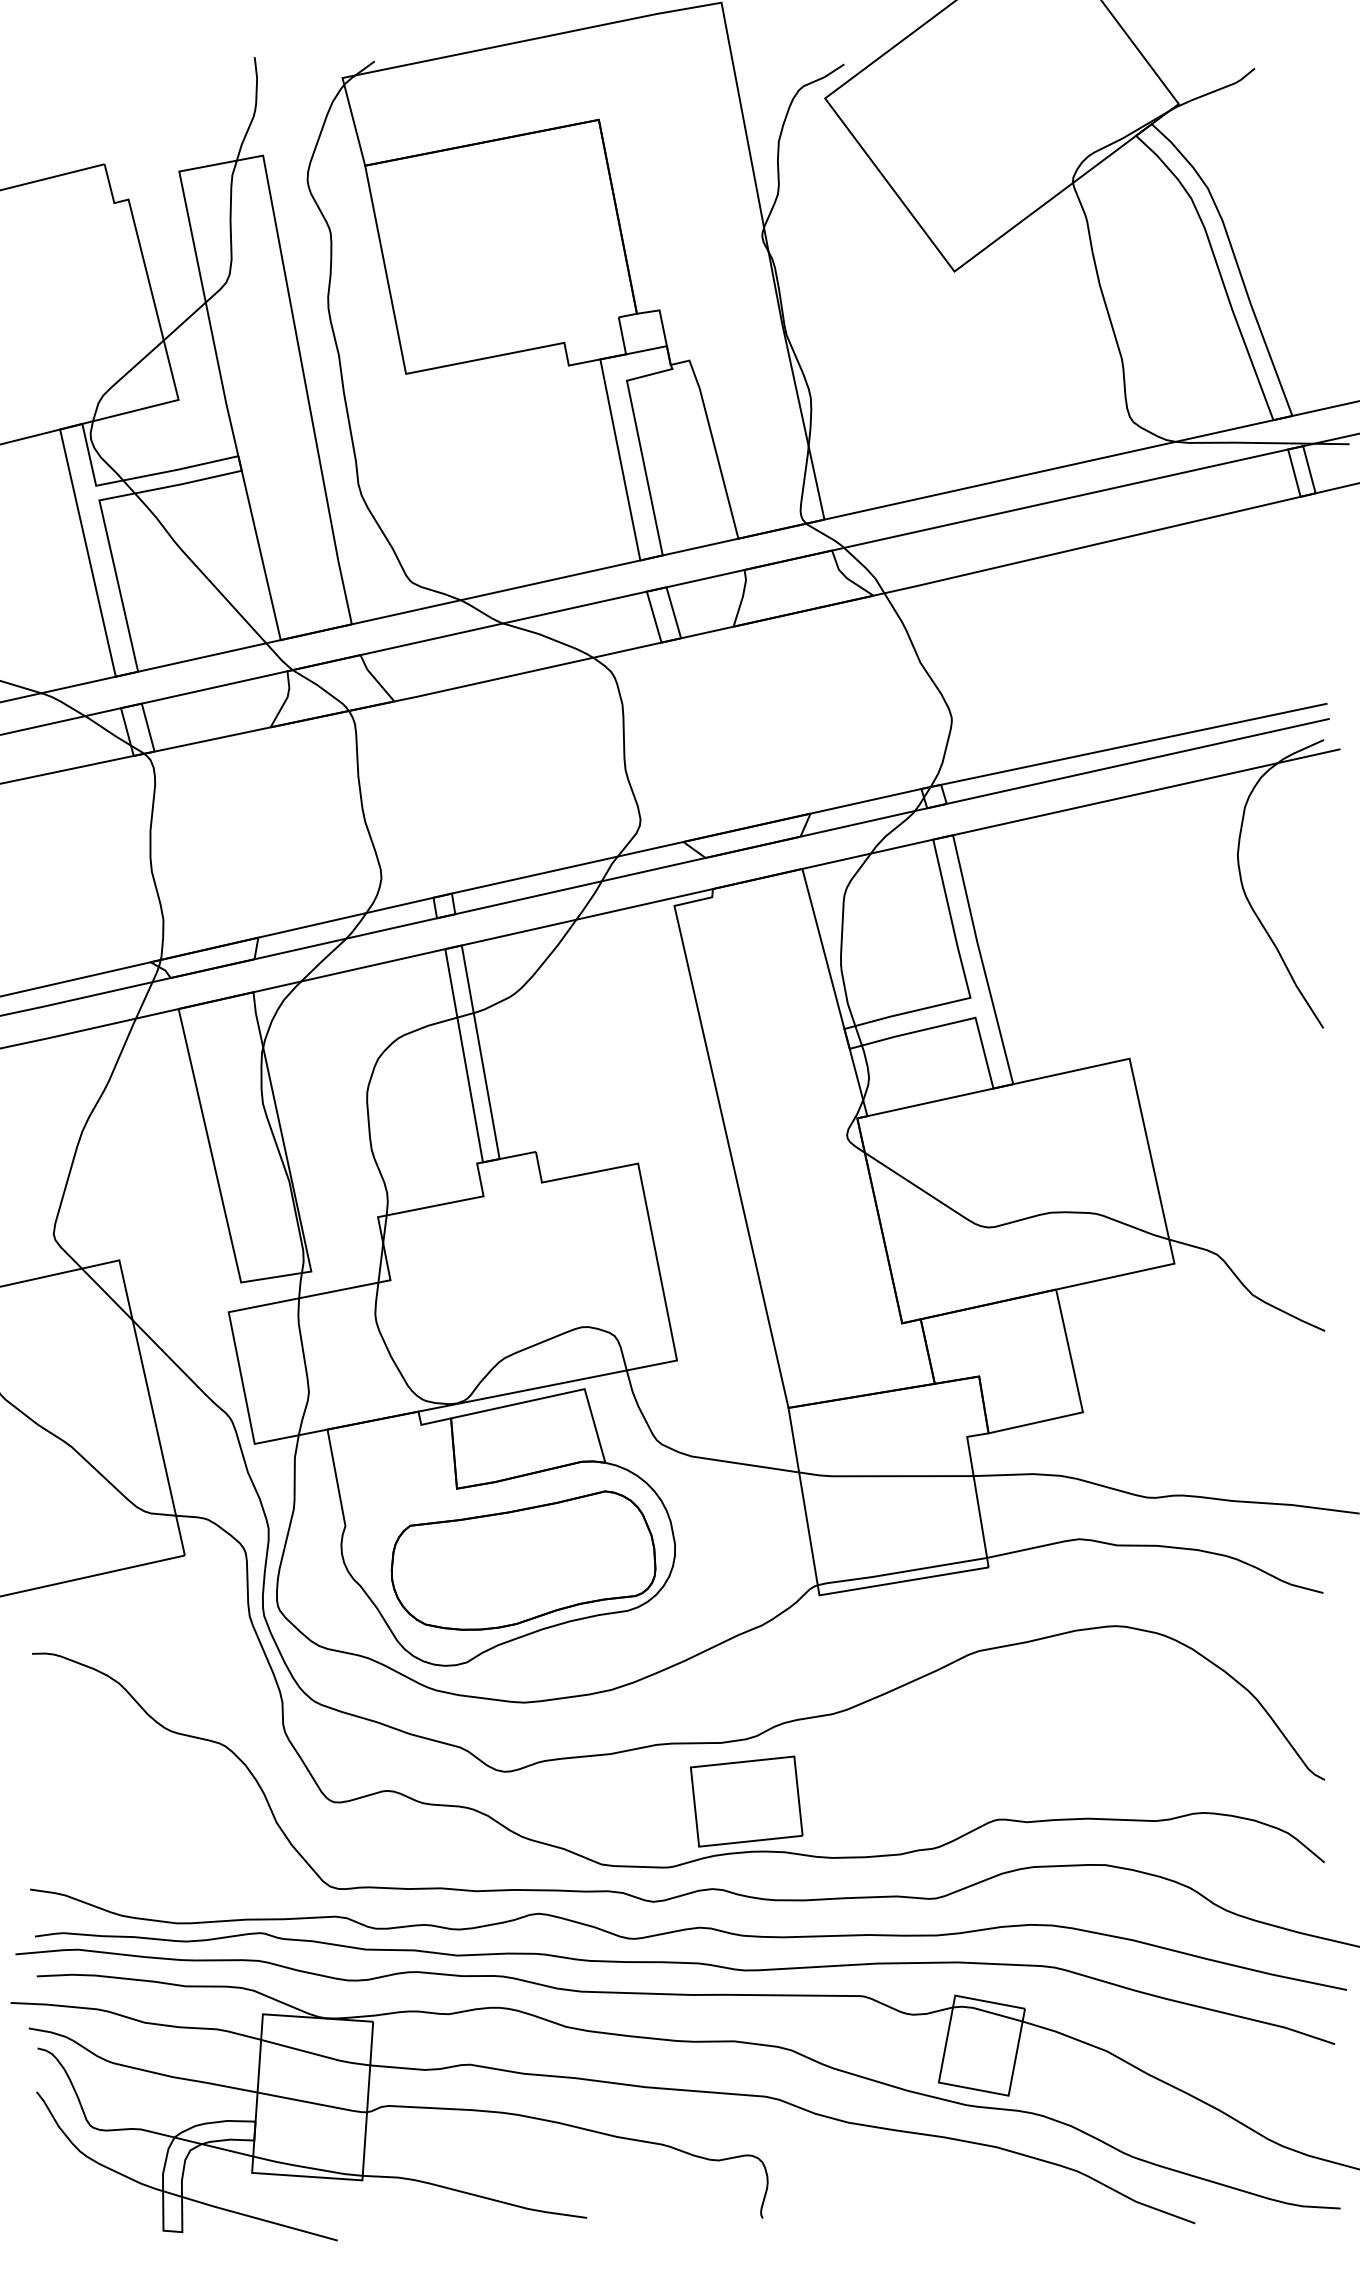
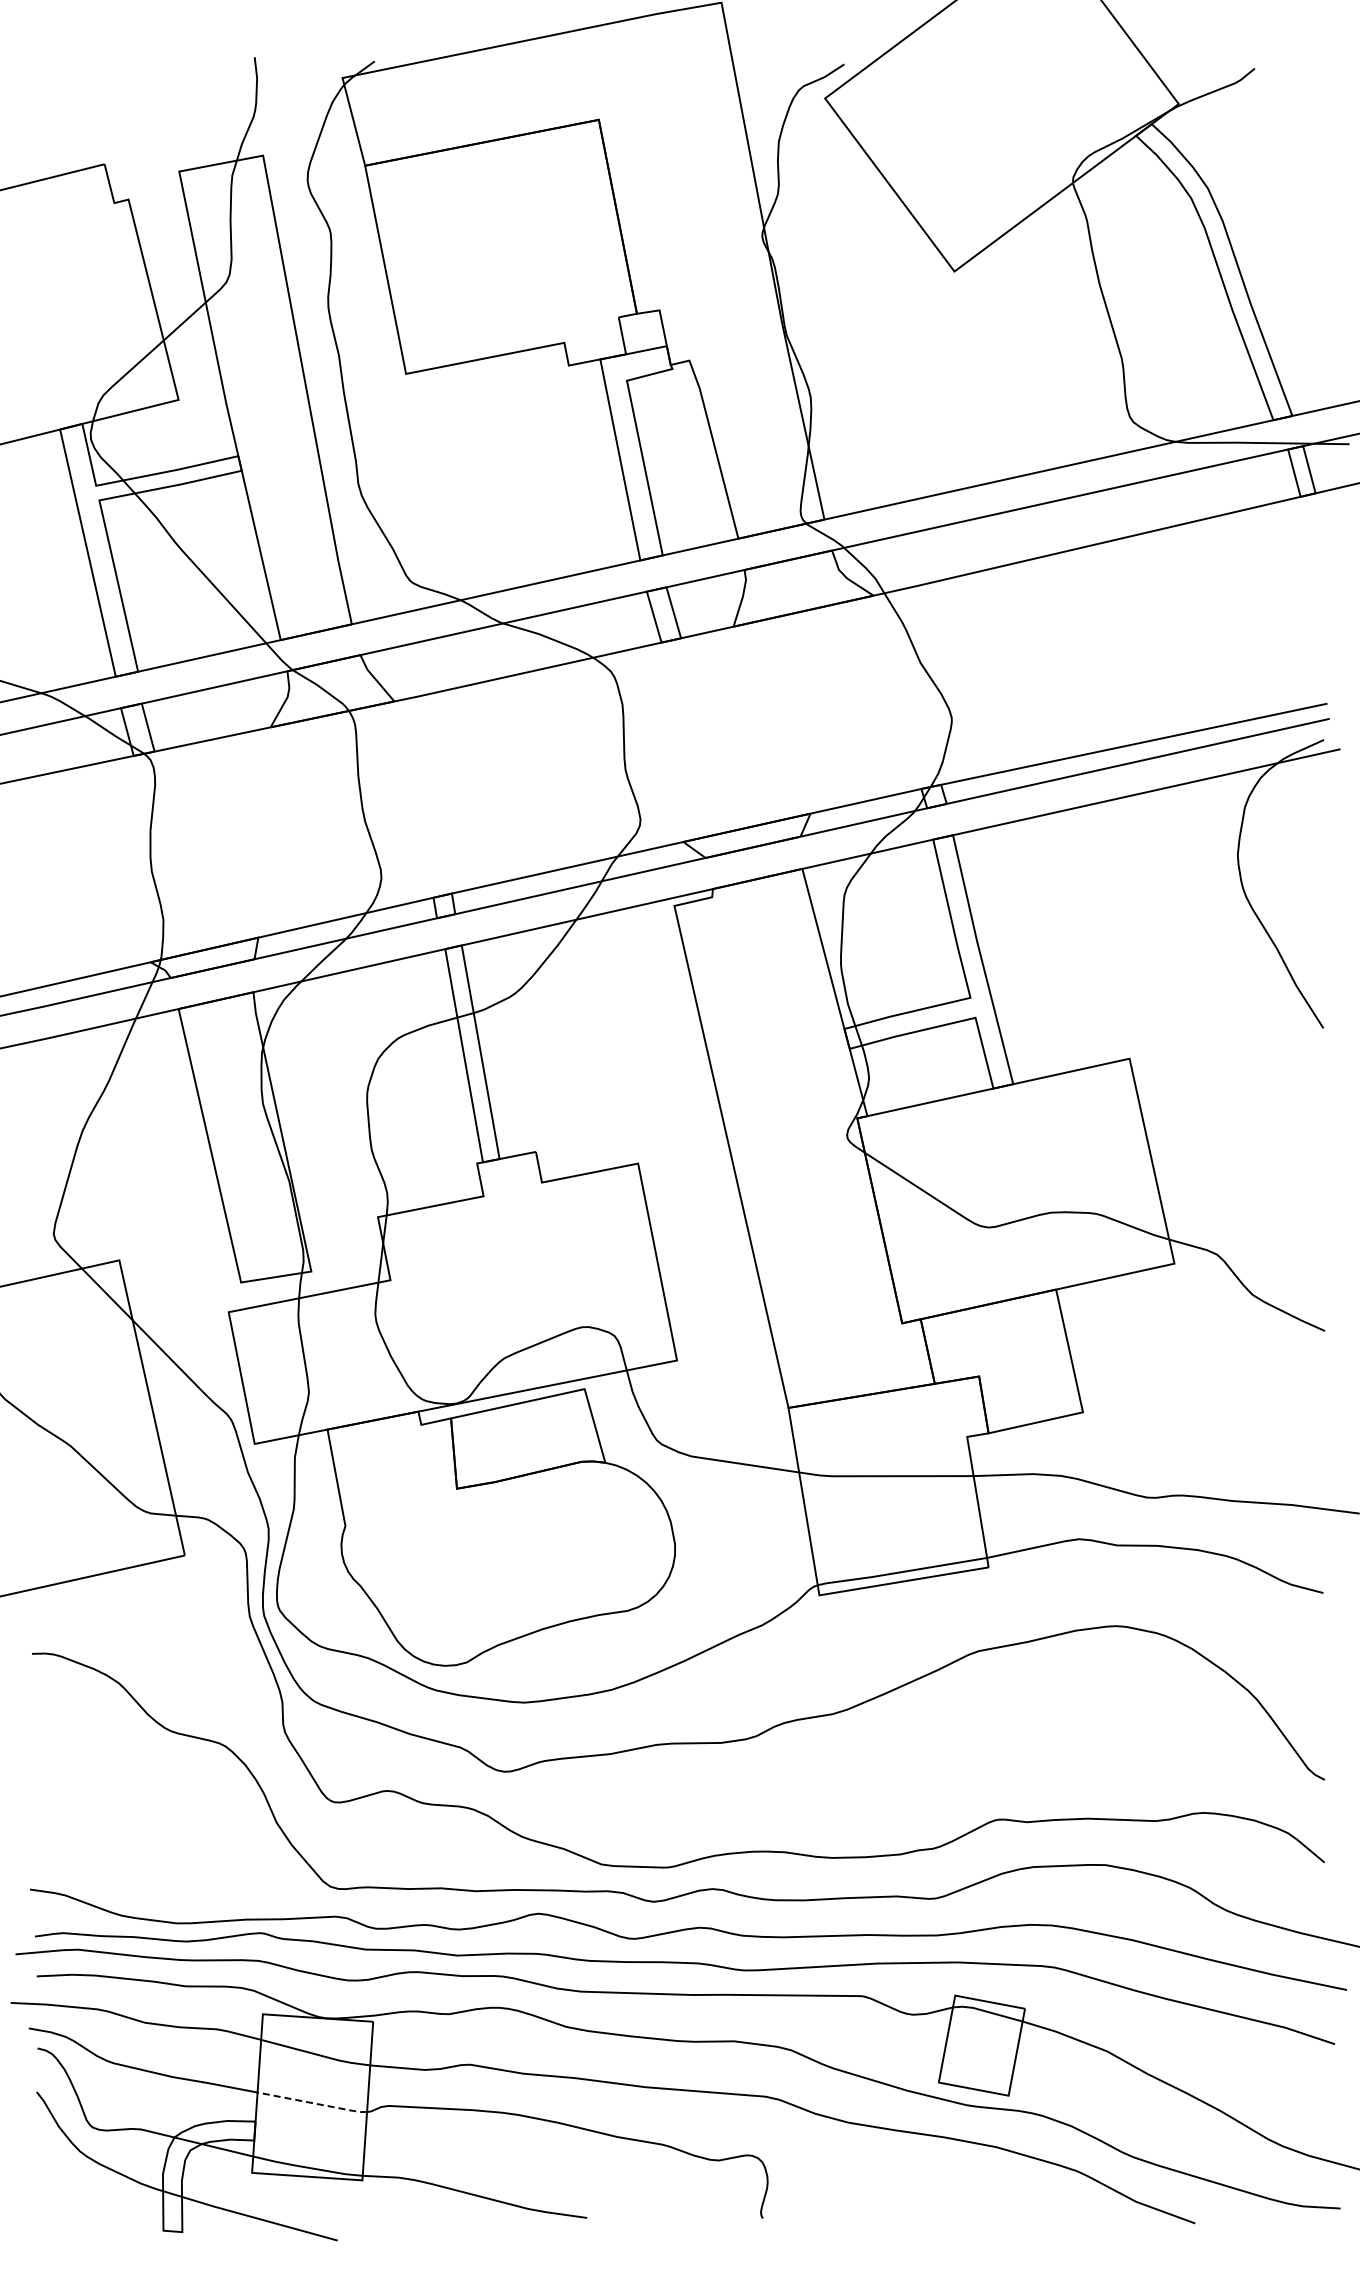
part at (523, 1560): present -> none
part at (746, 1801): present -> none
line at (313, 2103): solid -> dashed
